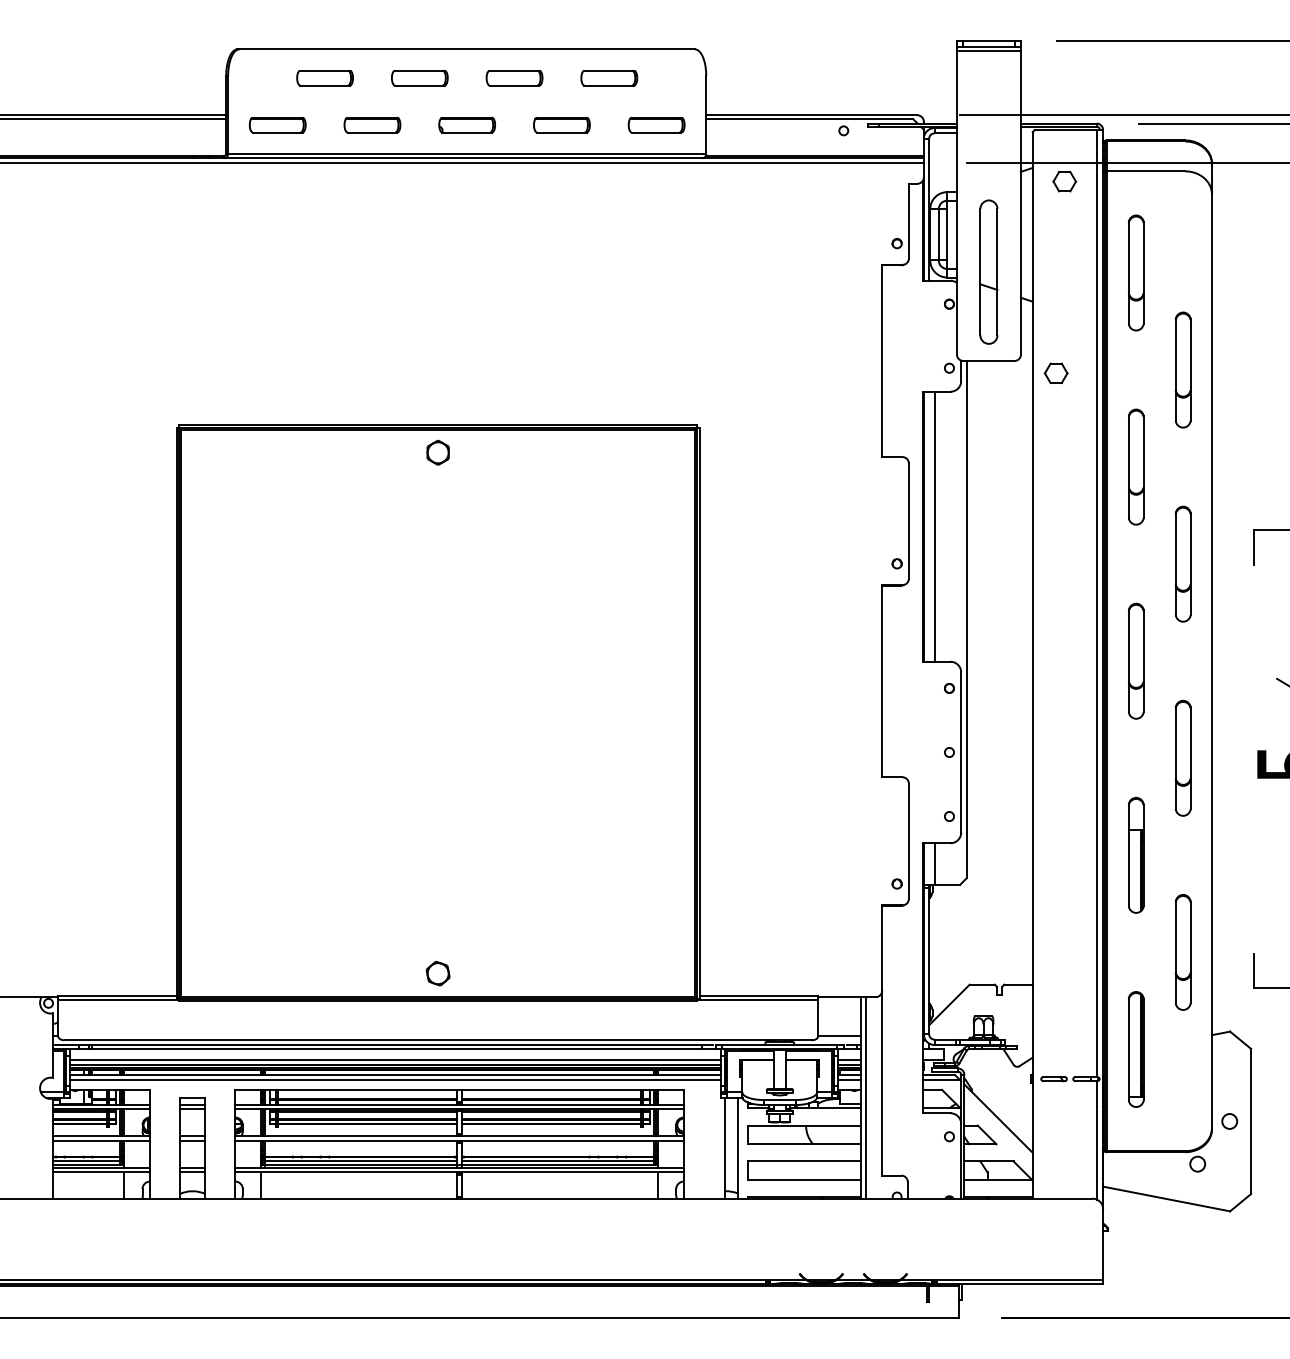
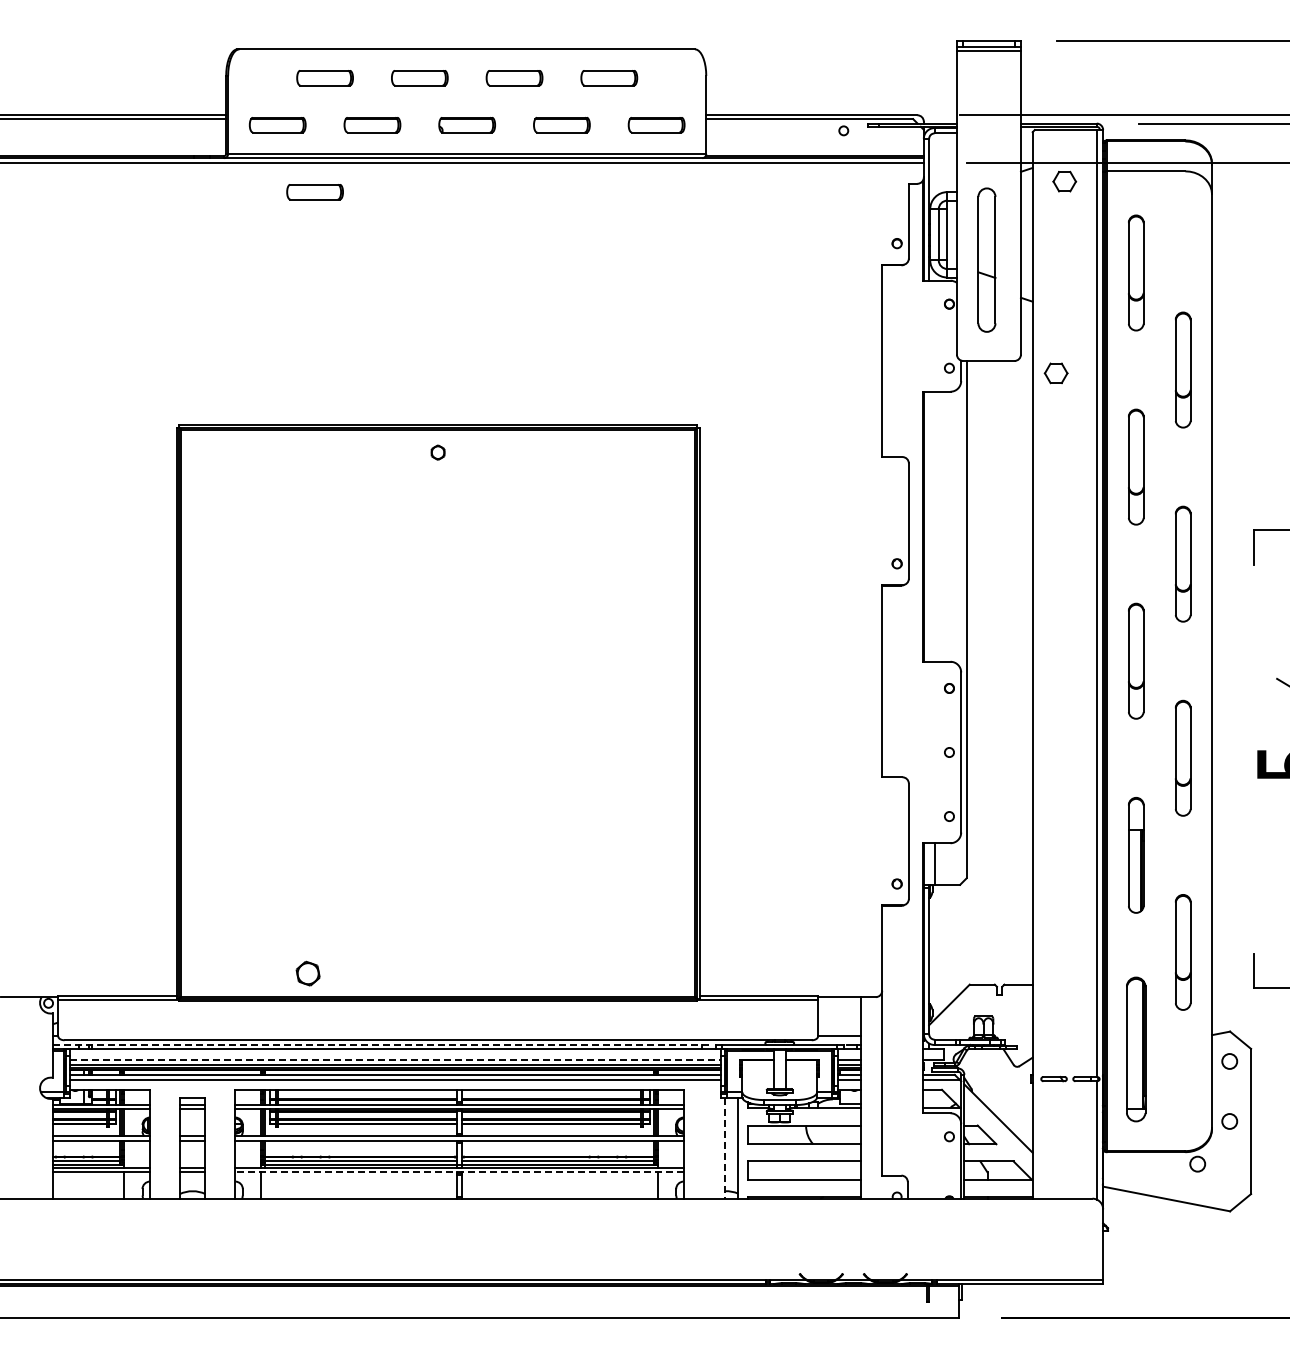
part at (314, 192): none -> present
part at (988, 271) position: (988, 271) -> (986, 259)
part at (437, 452) size: 24x27 px -> 16x17 px
line at (934, 526): present -> none
part at (437, 973) position: (437, 973) -> (307, 973)
line at (382, 1044): solid -> dashed
part at (1136, 1049) size: 17x117 px -> 21x147 px
line at (395, 1059): solid -> dashed
circle at (1229, 1061): none -> present
line at (865, 1097): present -> none
line at (725, 1149): solid -> dashed
line at (459, 1172): solid -> dashed
